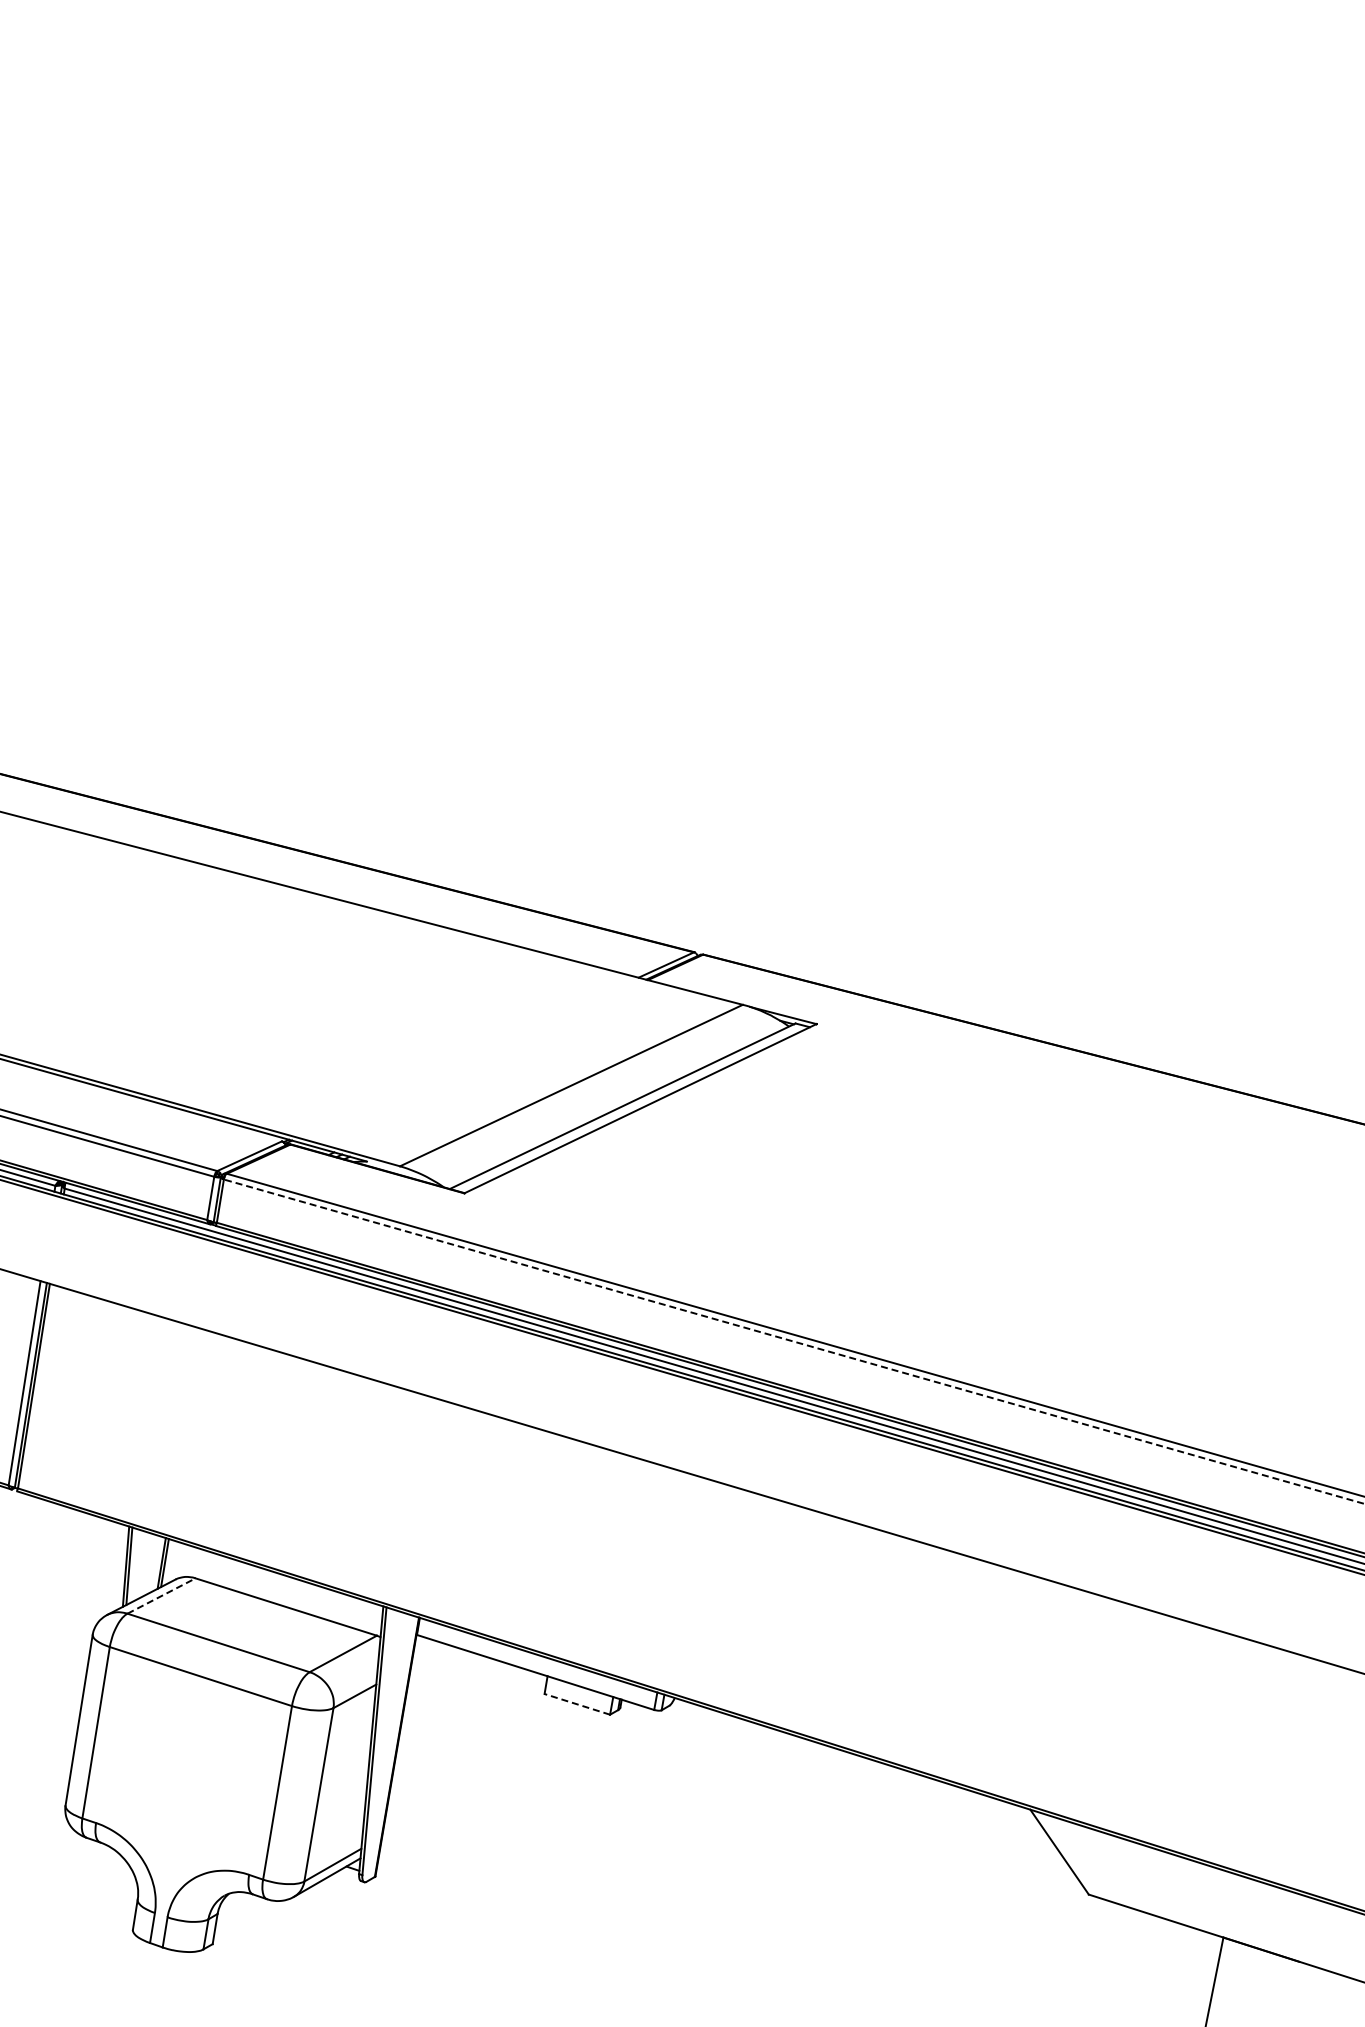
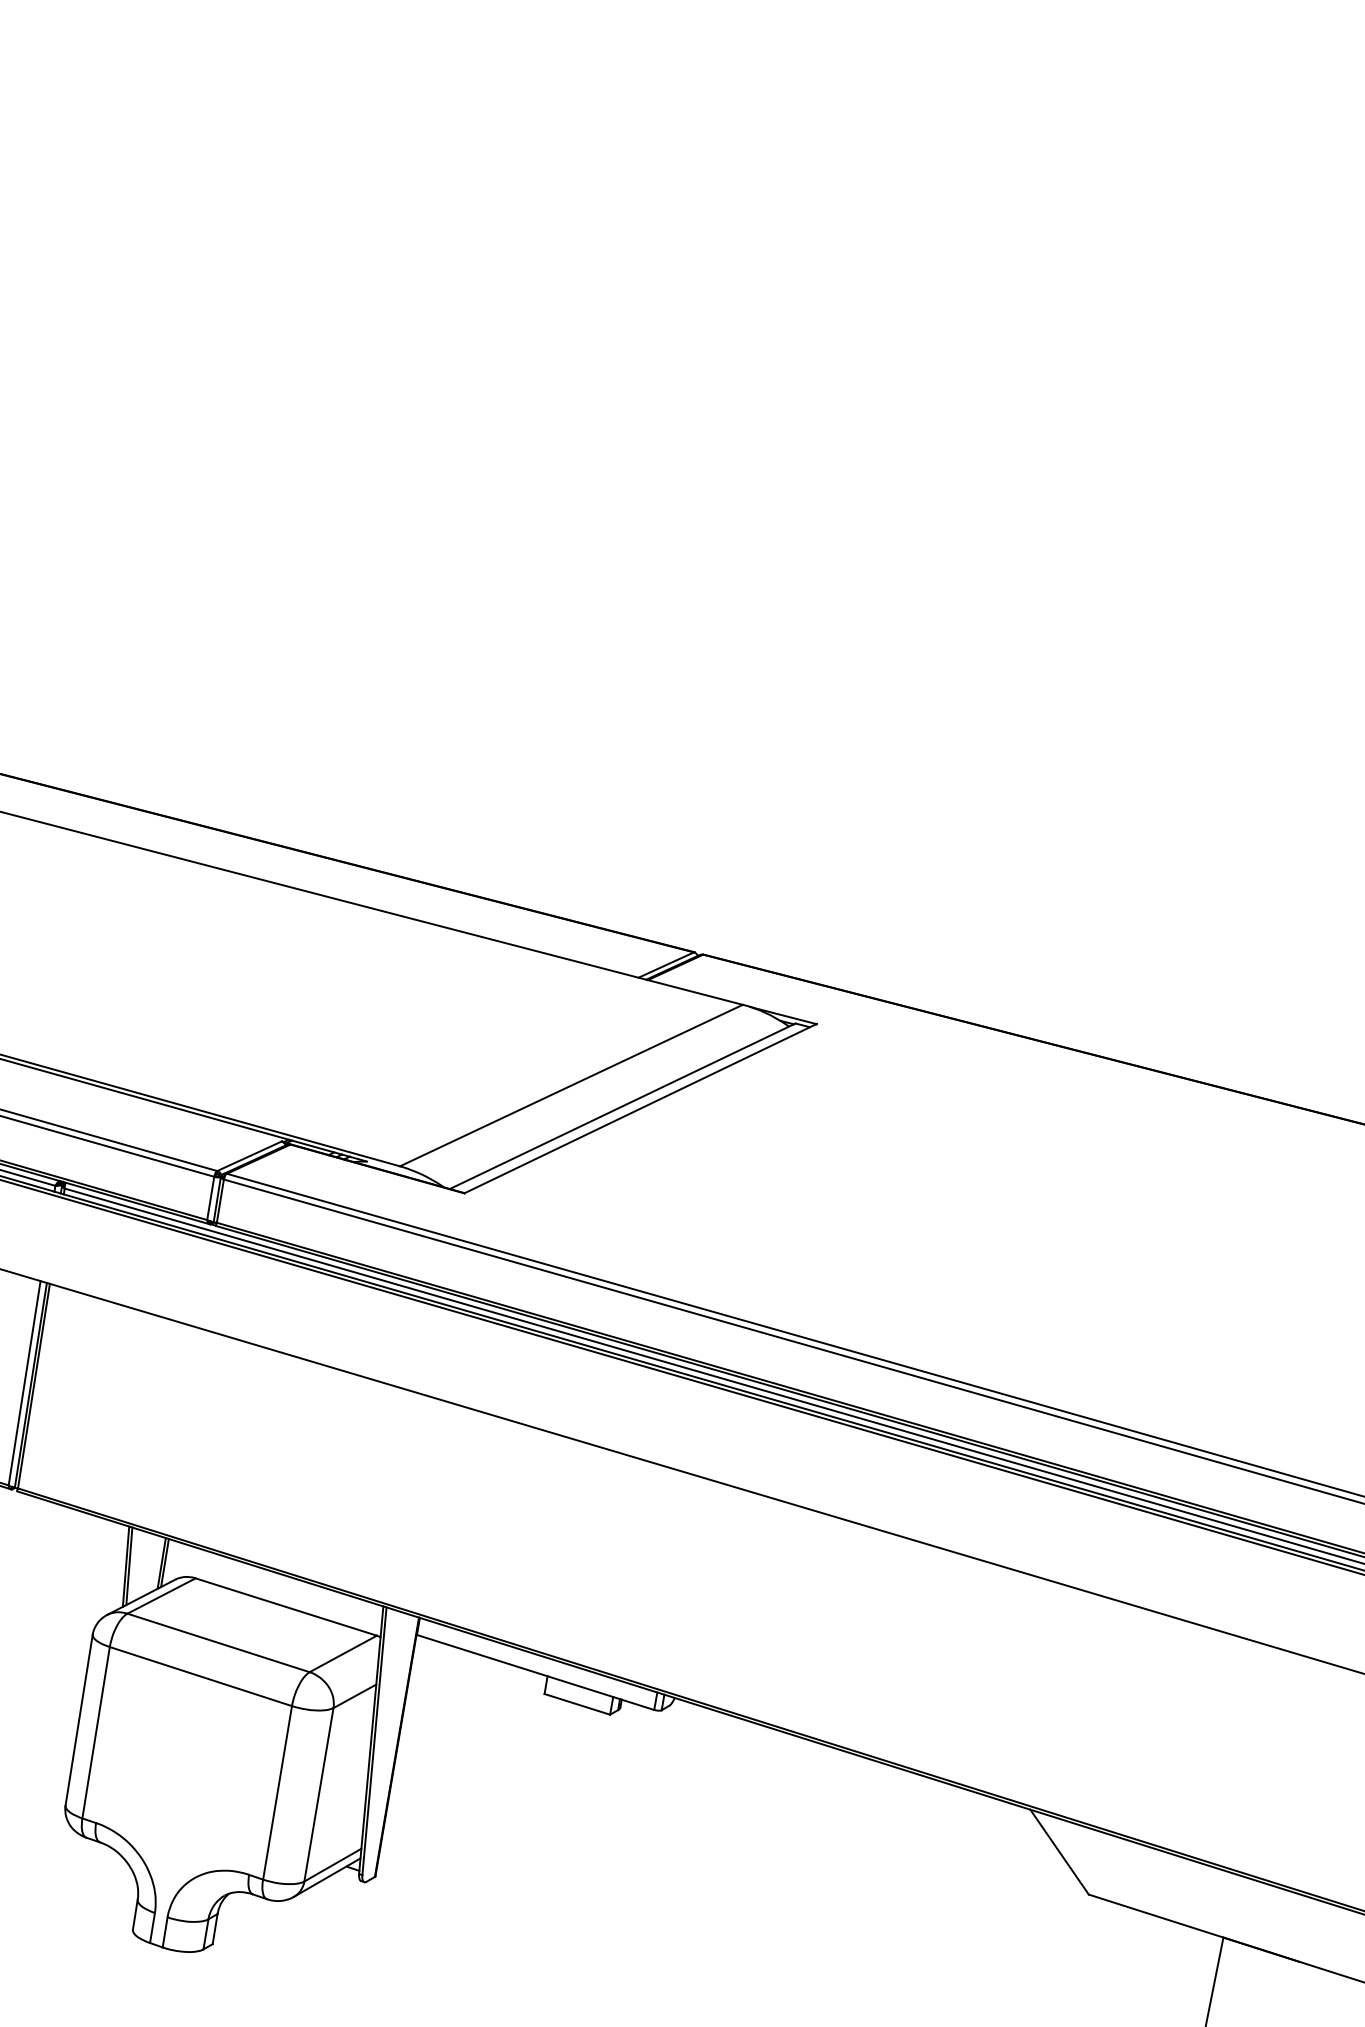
line at (794, 1341): dashed -> solid
line at (162, 1595): dashed -> solid
line at (576, 1704): dashed -> solid
